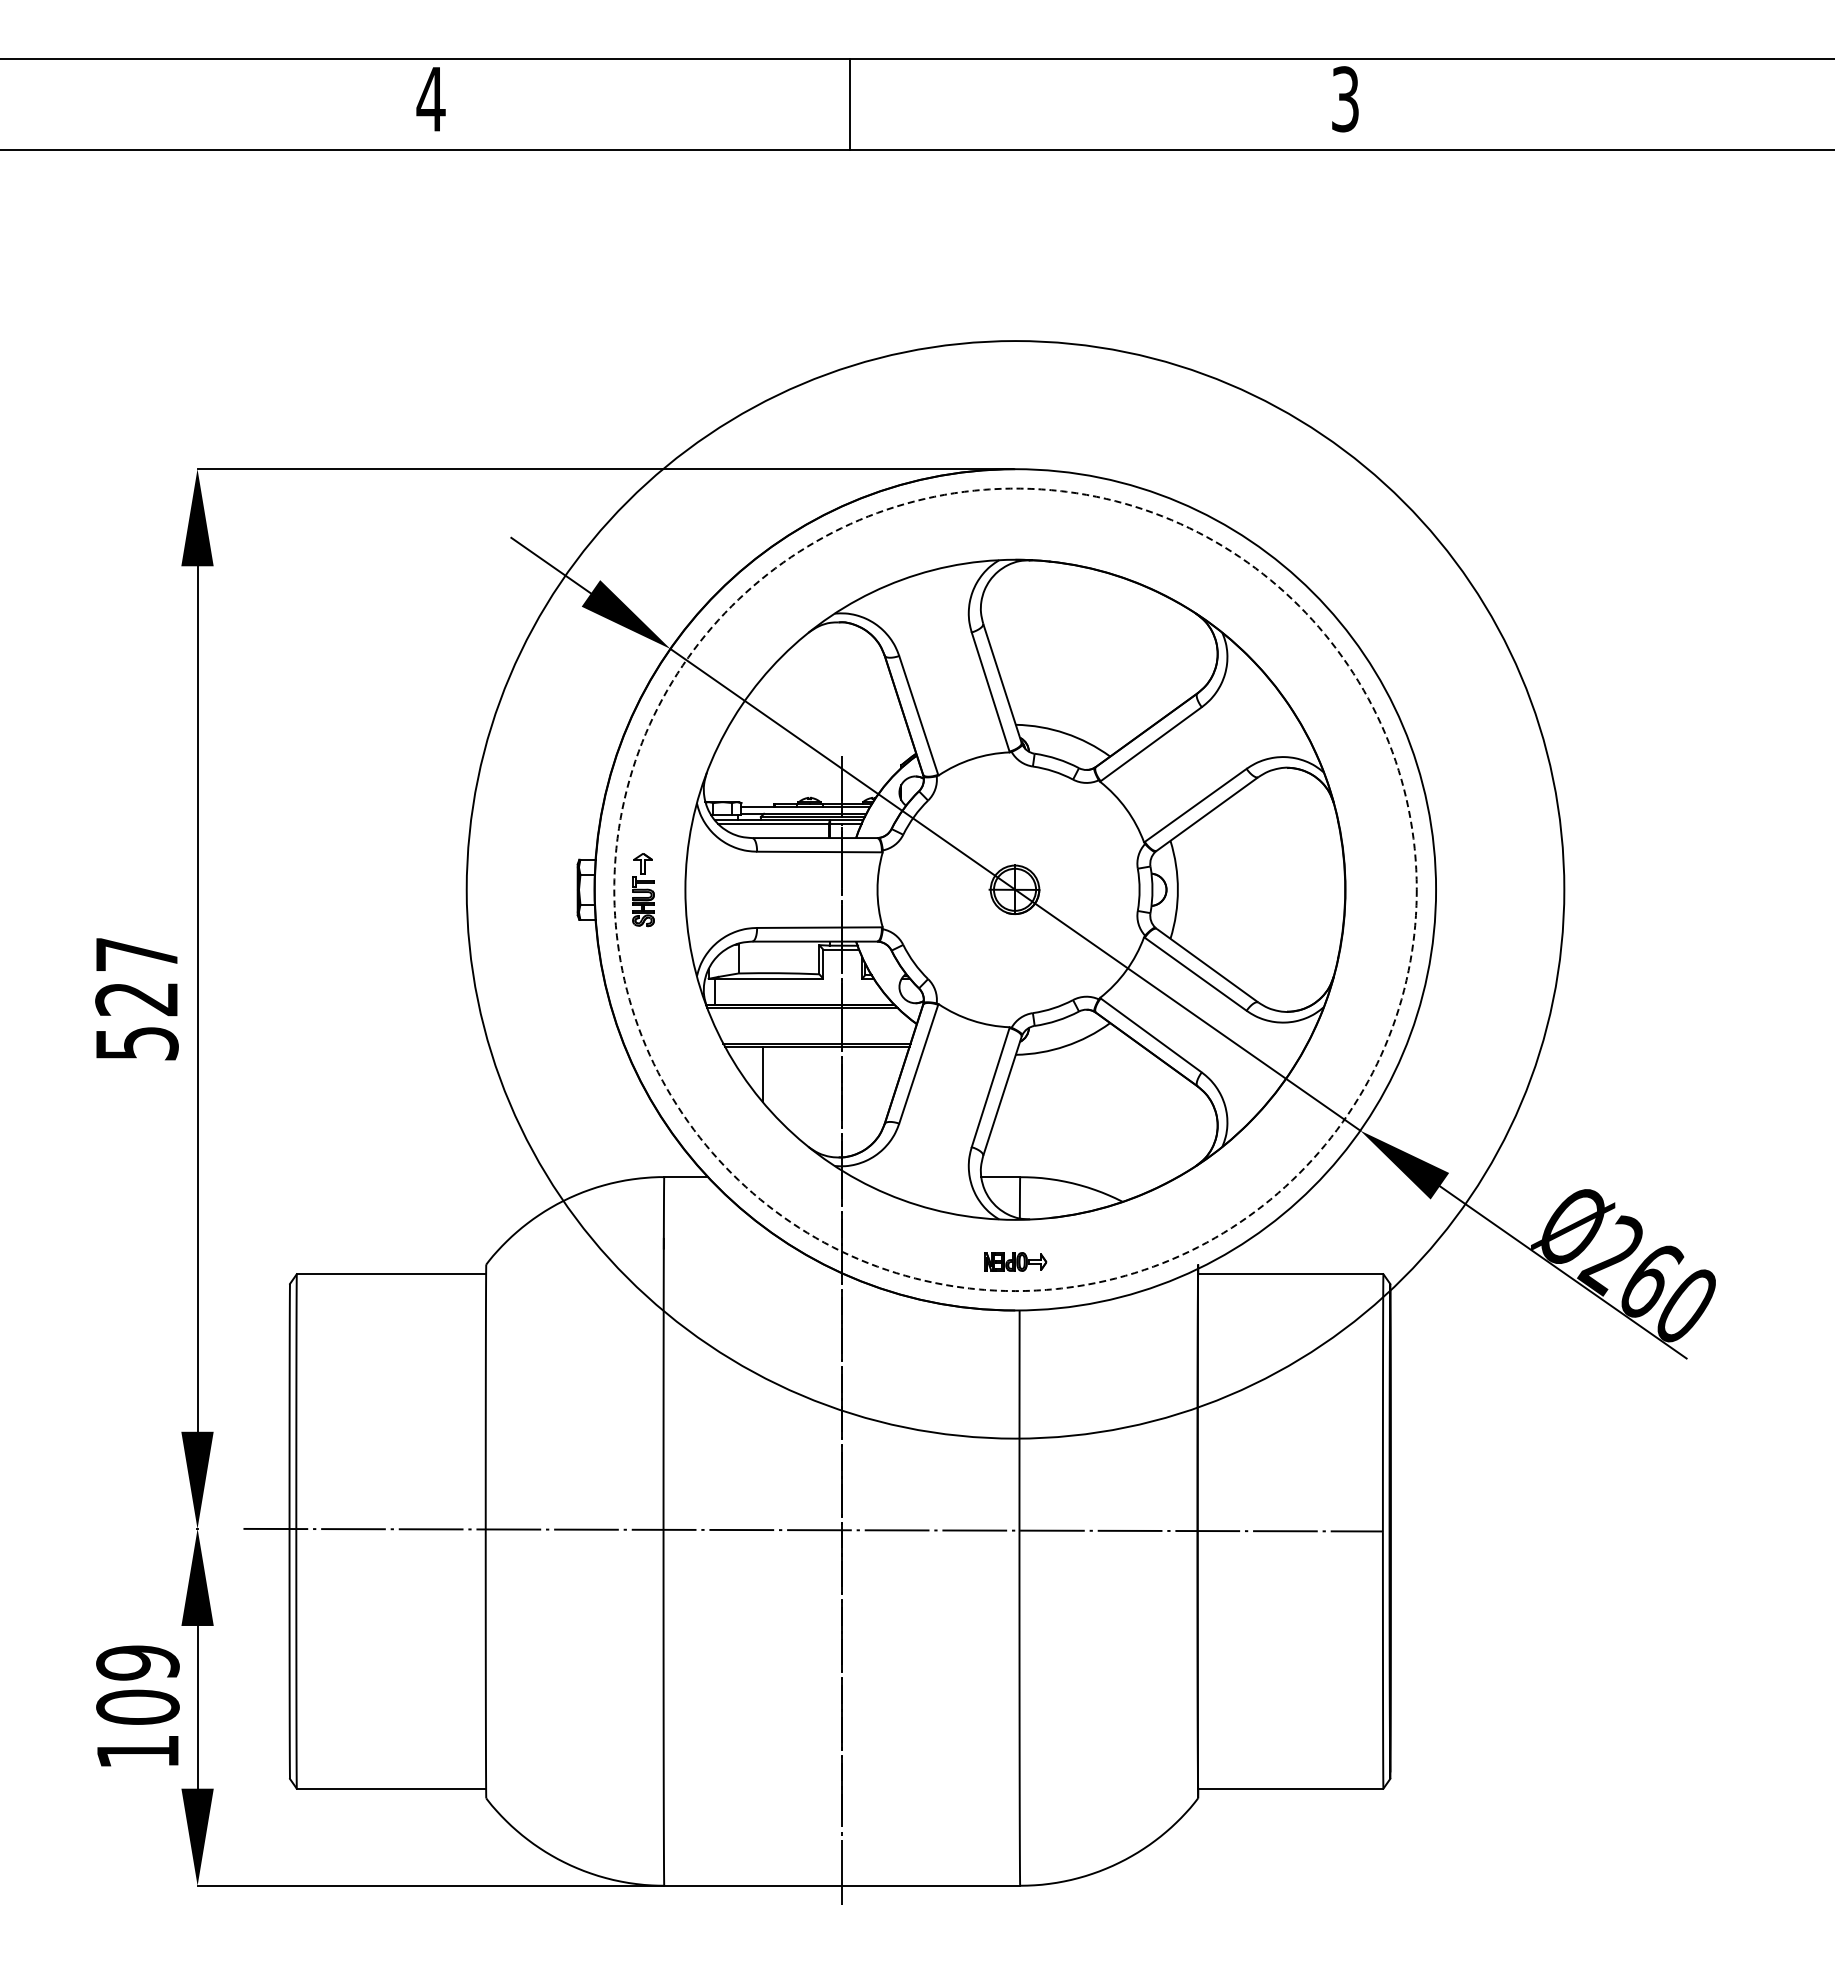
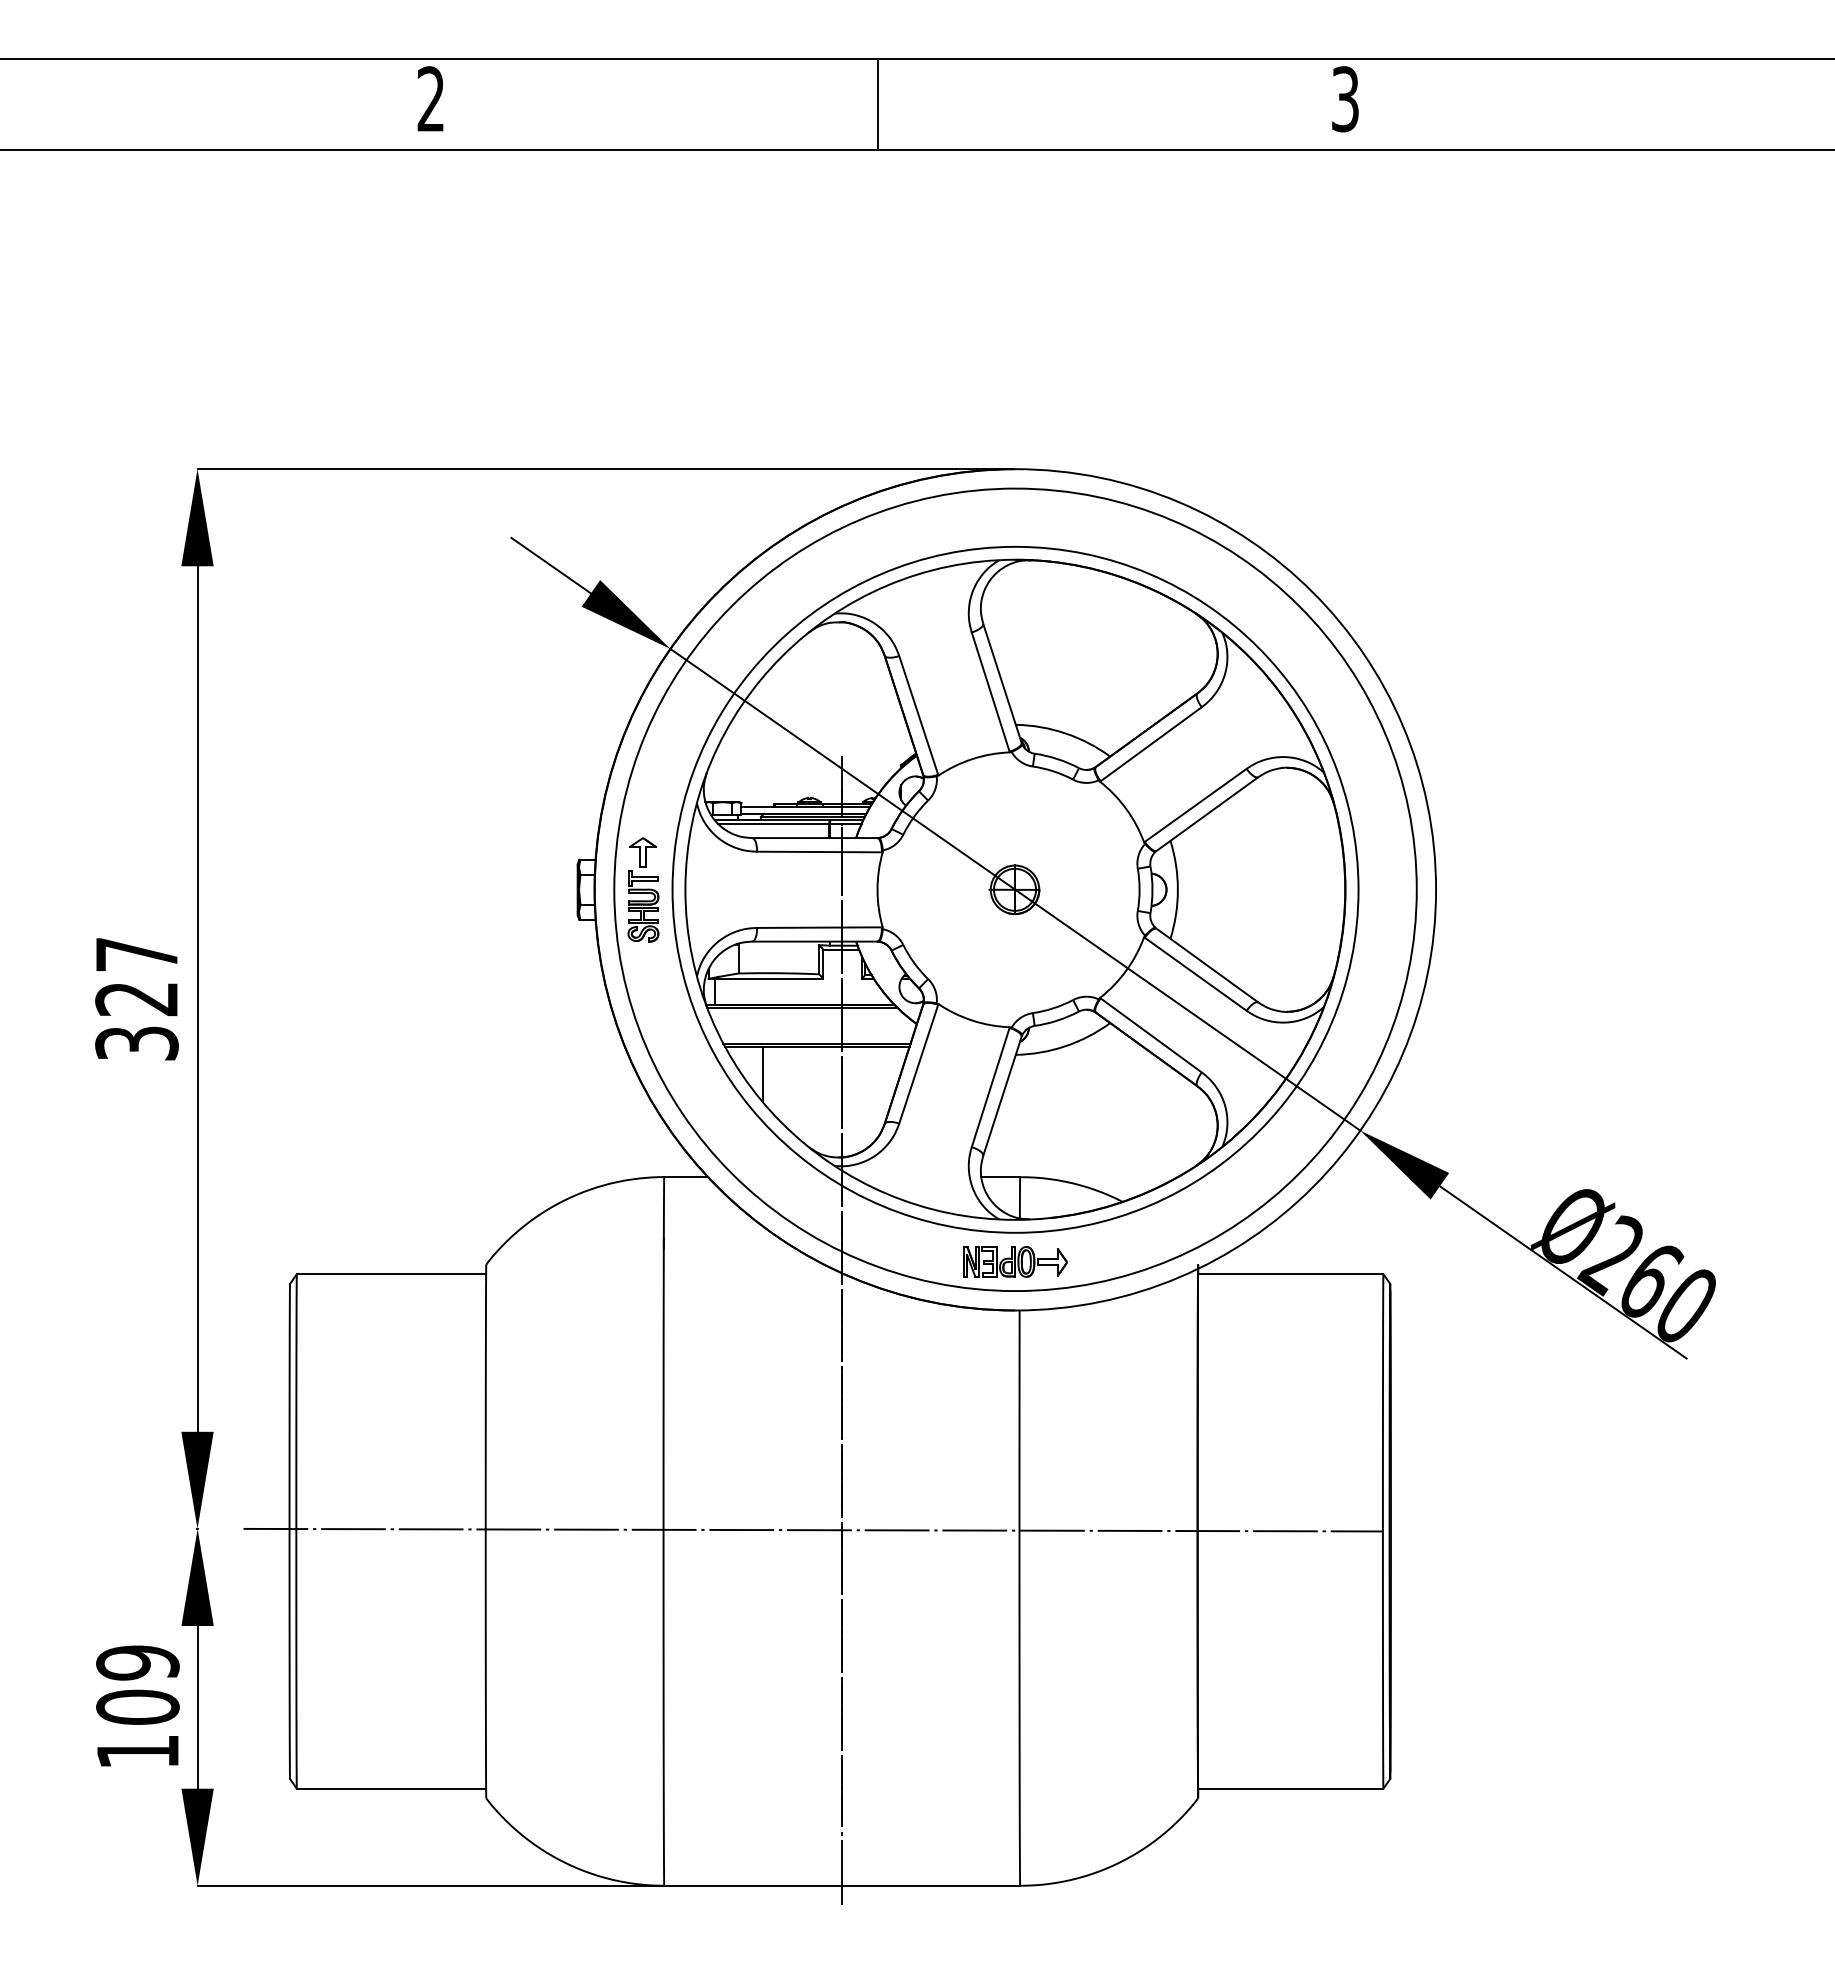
text at (430, 98): 4 -> 2
line at (850, 104) position: (850, 104) -> (878, 104)
circle at (1015, 889) diameter: 1098 px -> 686 px
circle at (1015, 889): dashed -> solid
part at (643, 890) size: 23x75 px -> 33x106 px
text at (136, 1043): 527 -> 327
part at (1015, 1261) size: 64x20 px -> 105x32 px
